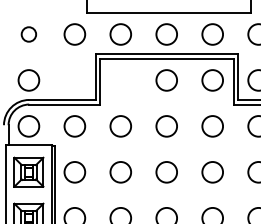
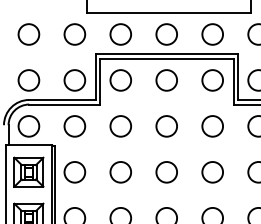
circle at (28, 34) size: 17x17 px -> 24x23 px
circle at (74, 80): none -> present
circle at (120, 80): none -> present
